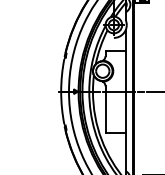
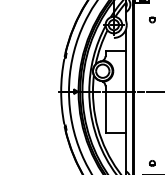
part at (152, 19): none -> present
part at (151, 163): none -> present
